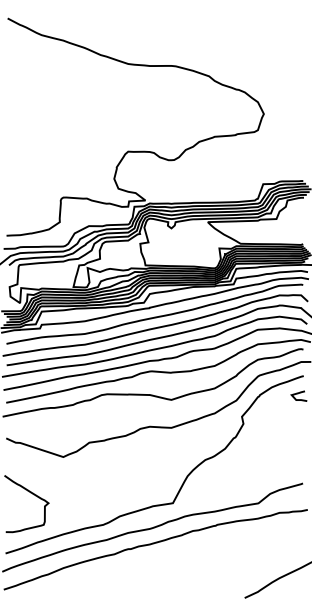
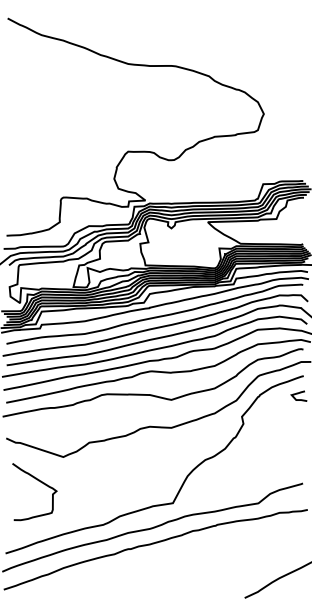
curve at (32, 494) position: (32, 494) -> (40, 482)
